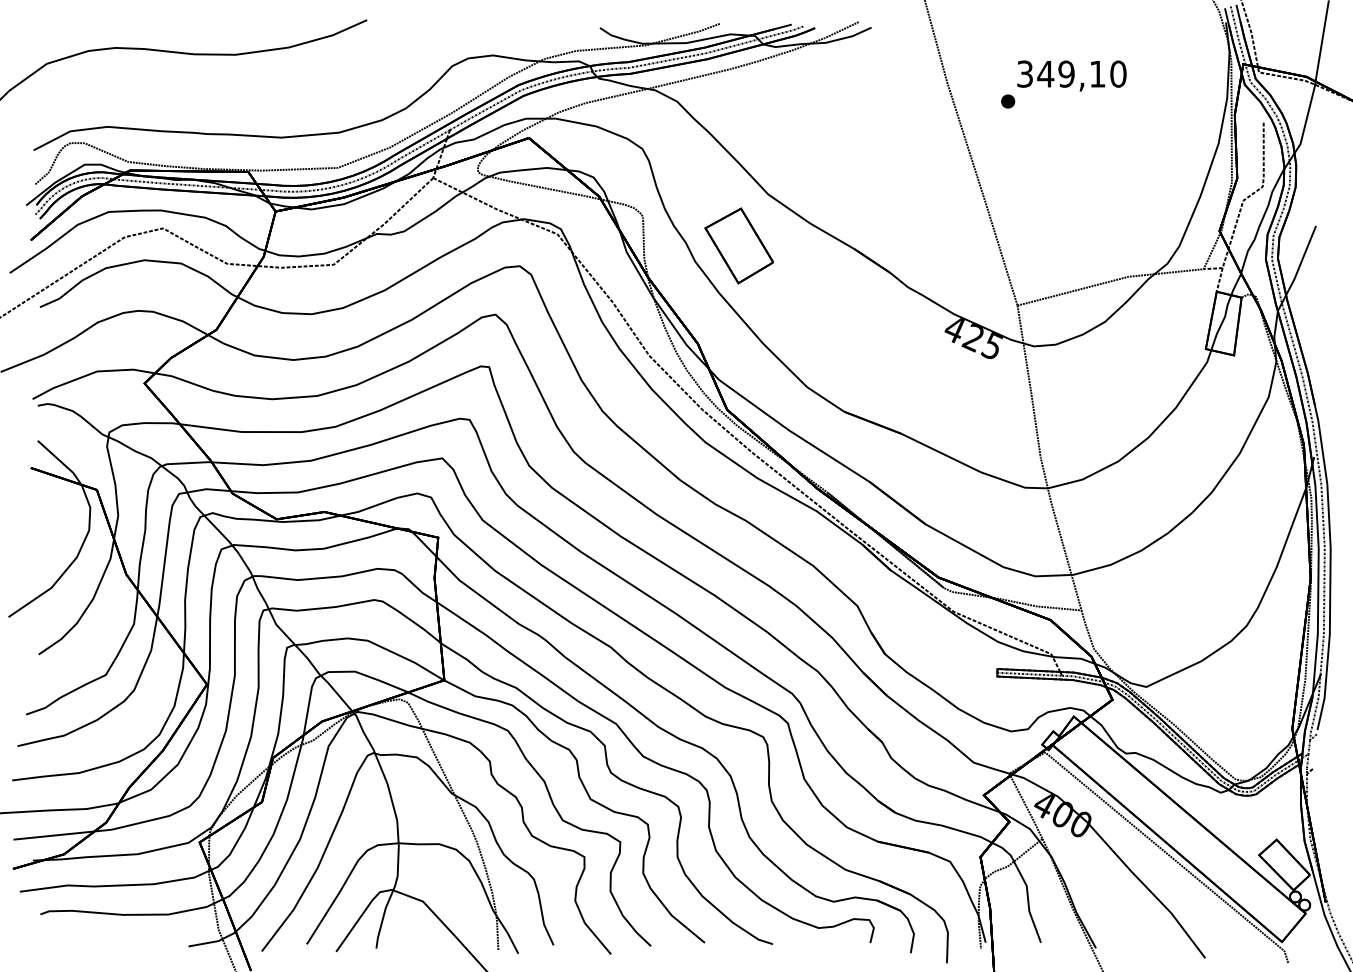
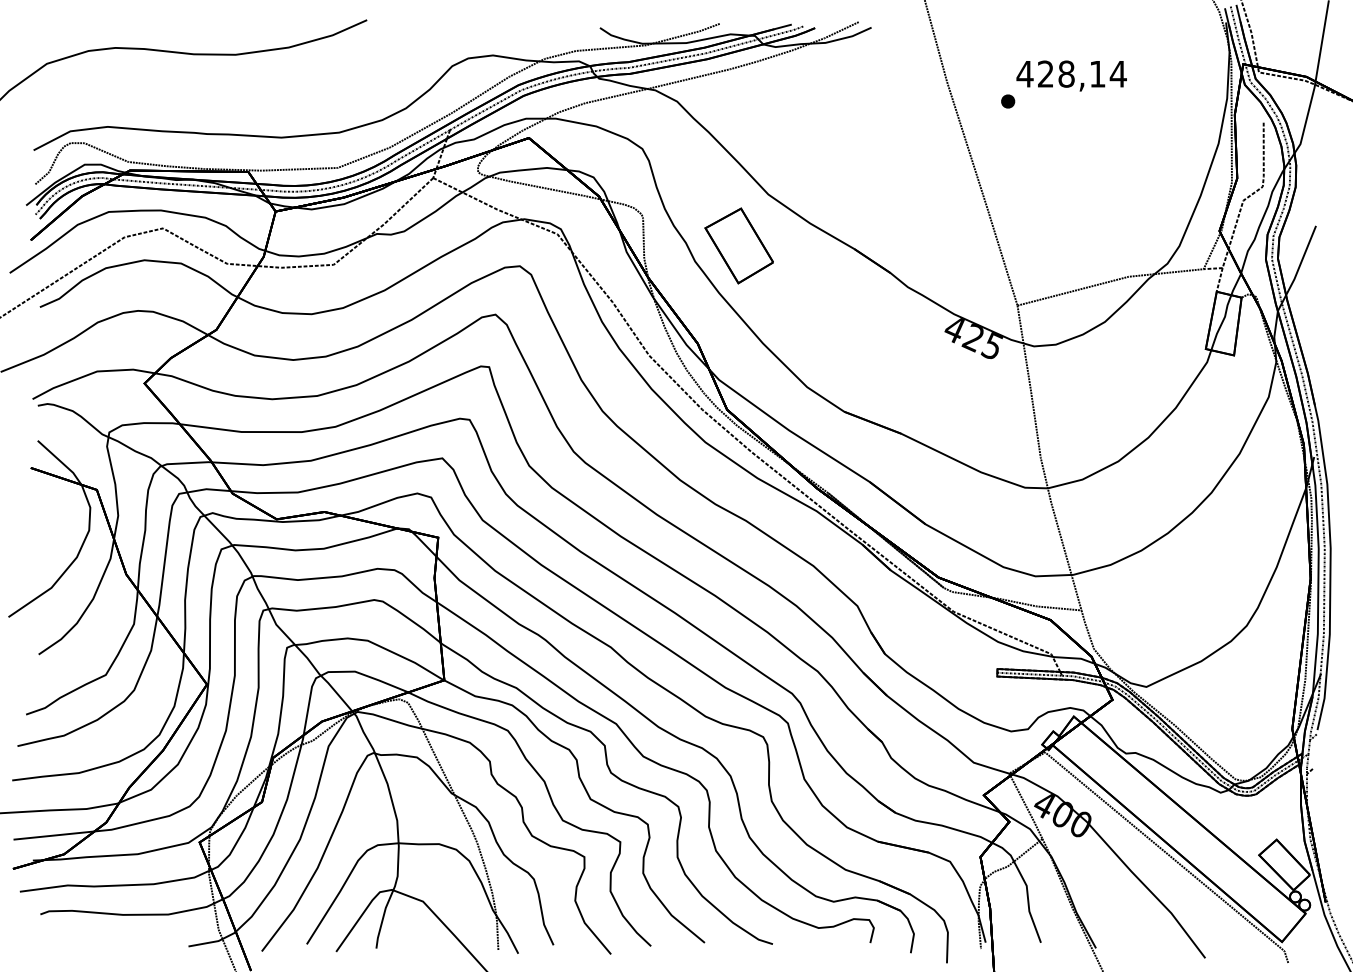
text at (1071, 73): 349,10 -> 428,14
